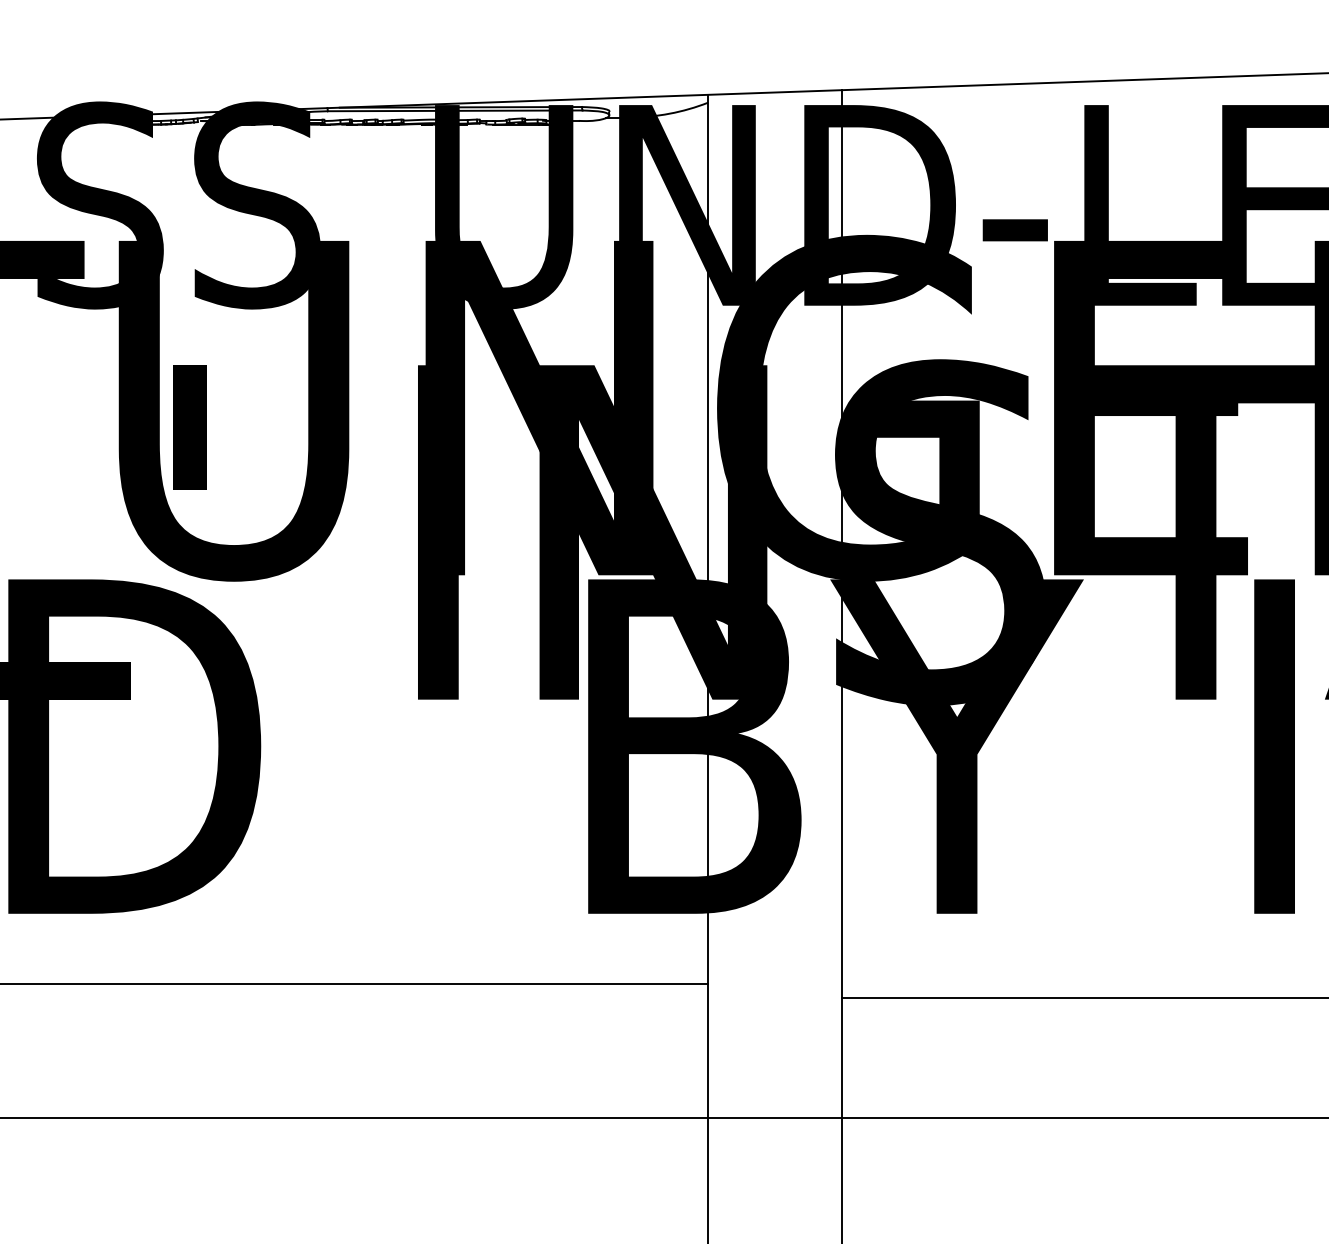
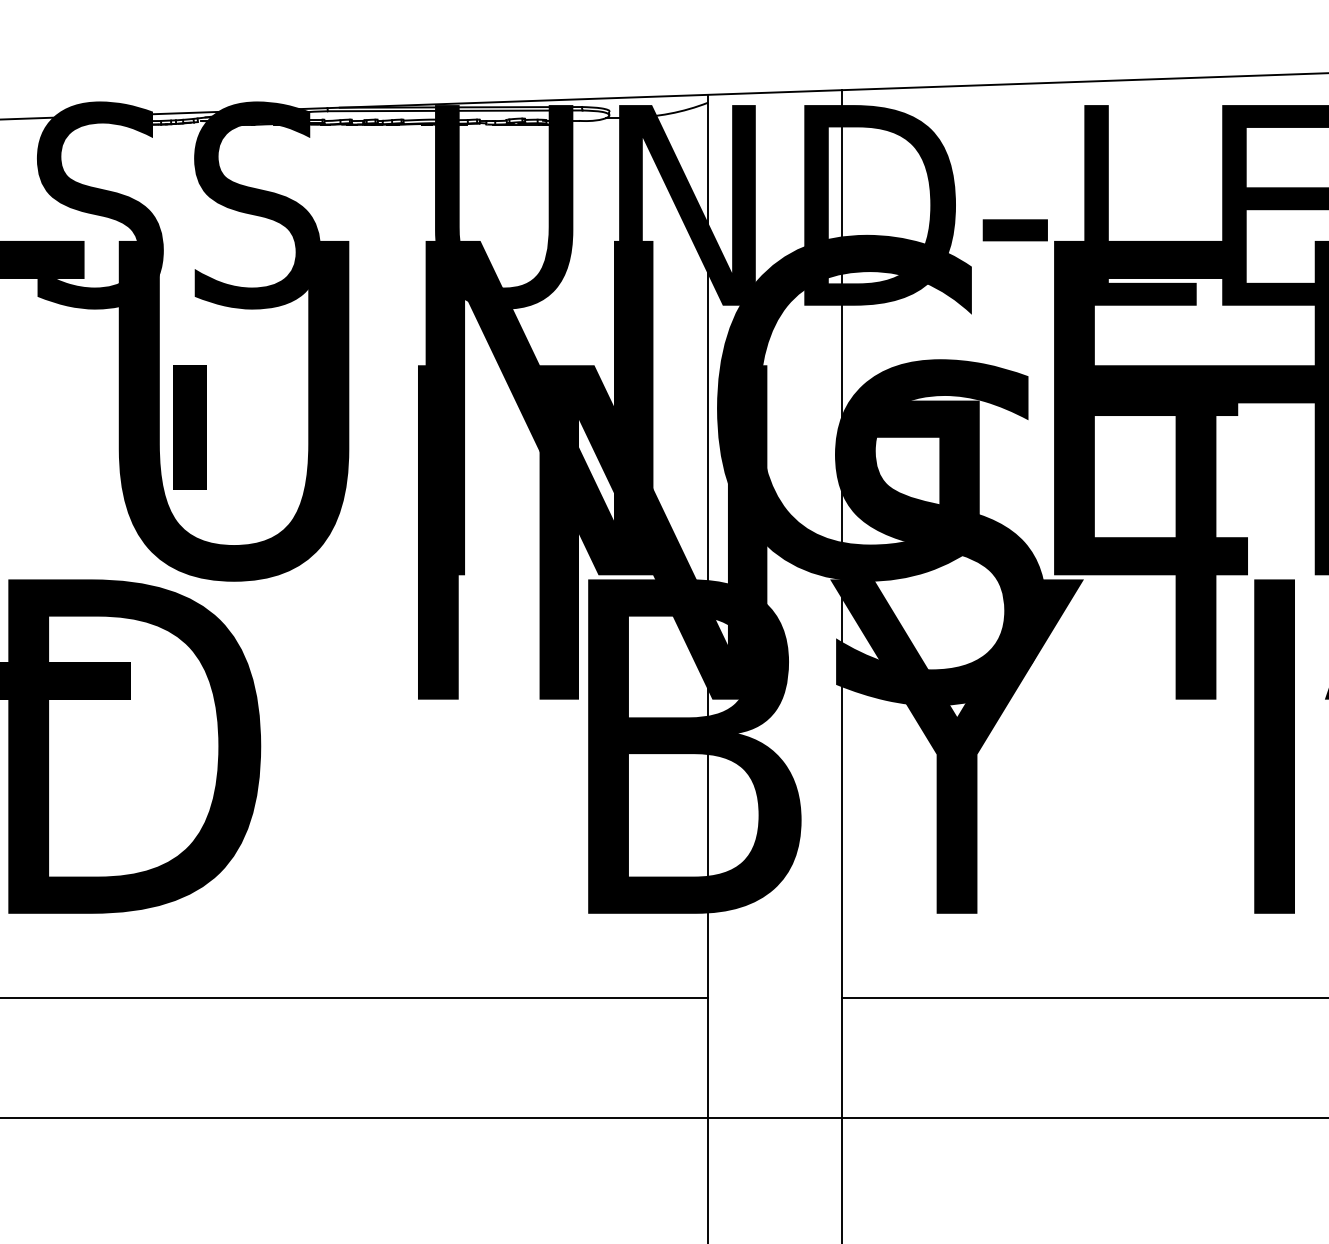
line at (355, 984) position: (355, 984) -> (355, 998)
